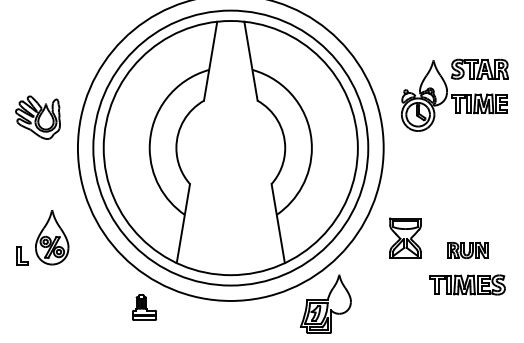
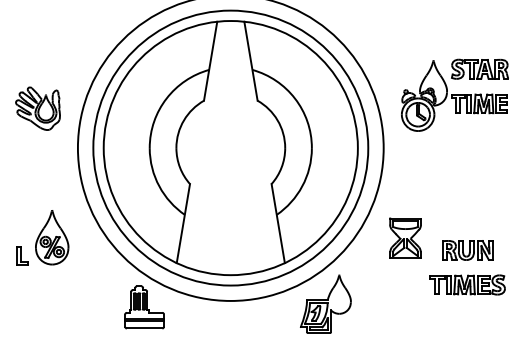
part at (37, 117) position: (37, 117) -> (37, 108)
part at (467, 250) size: 42x17 px -> 52x21 px
part at (144, 307) size: 25x27 px -> 41x45 px
